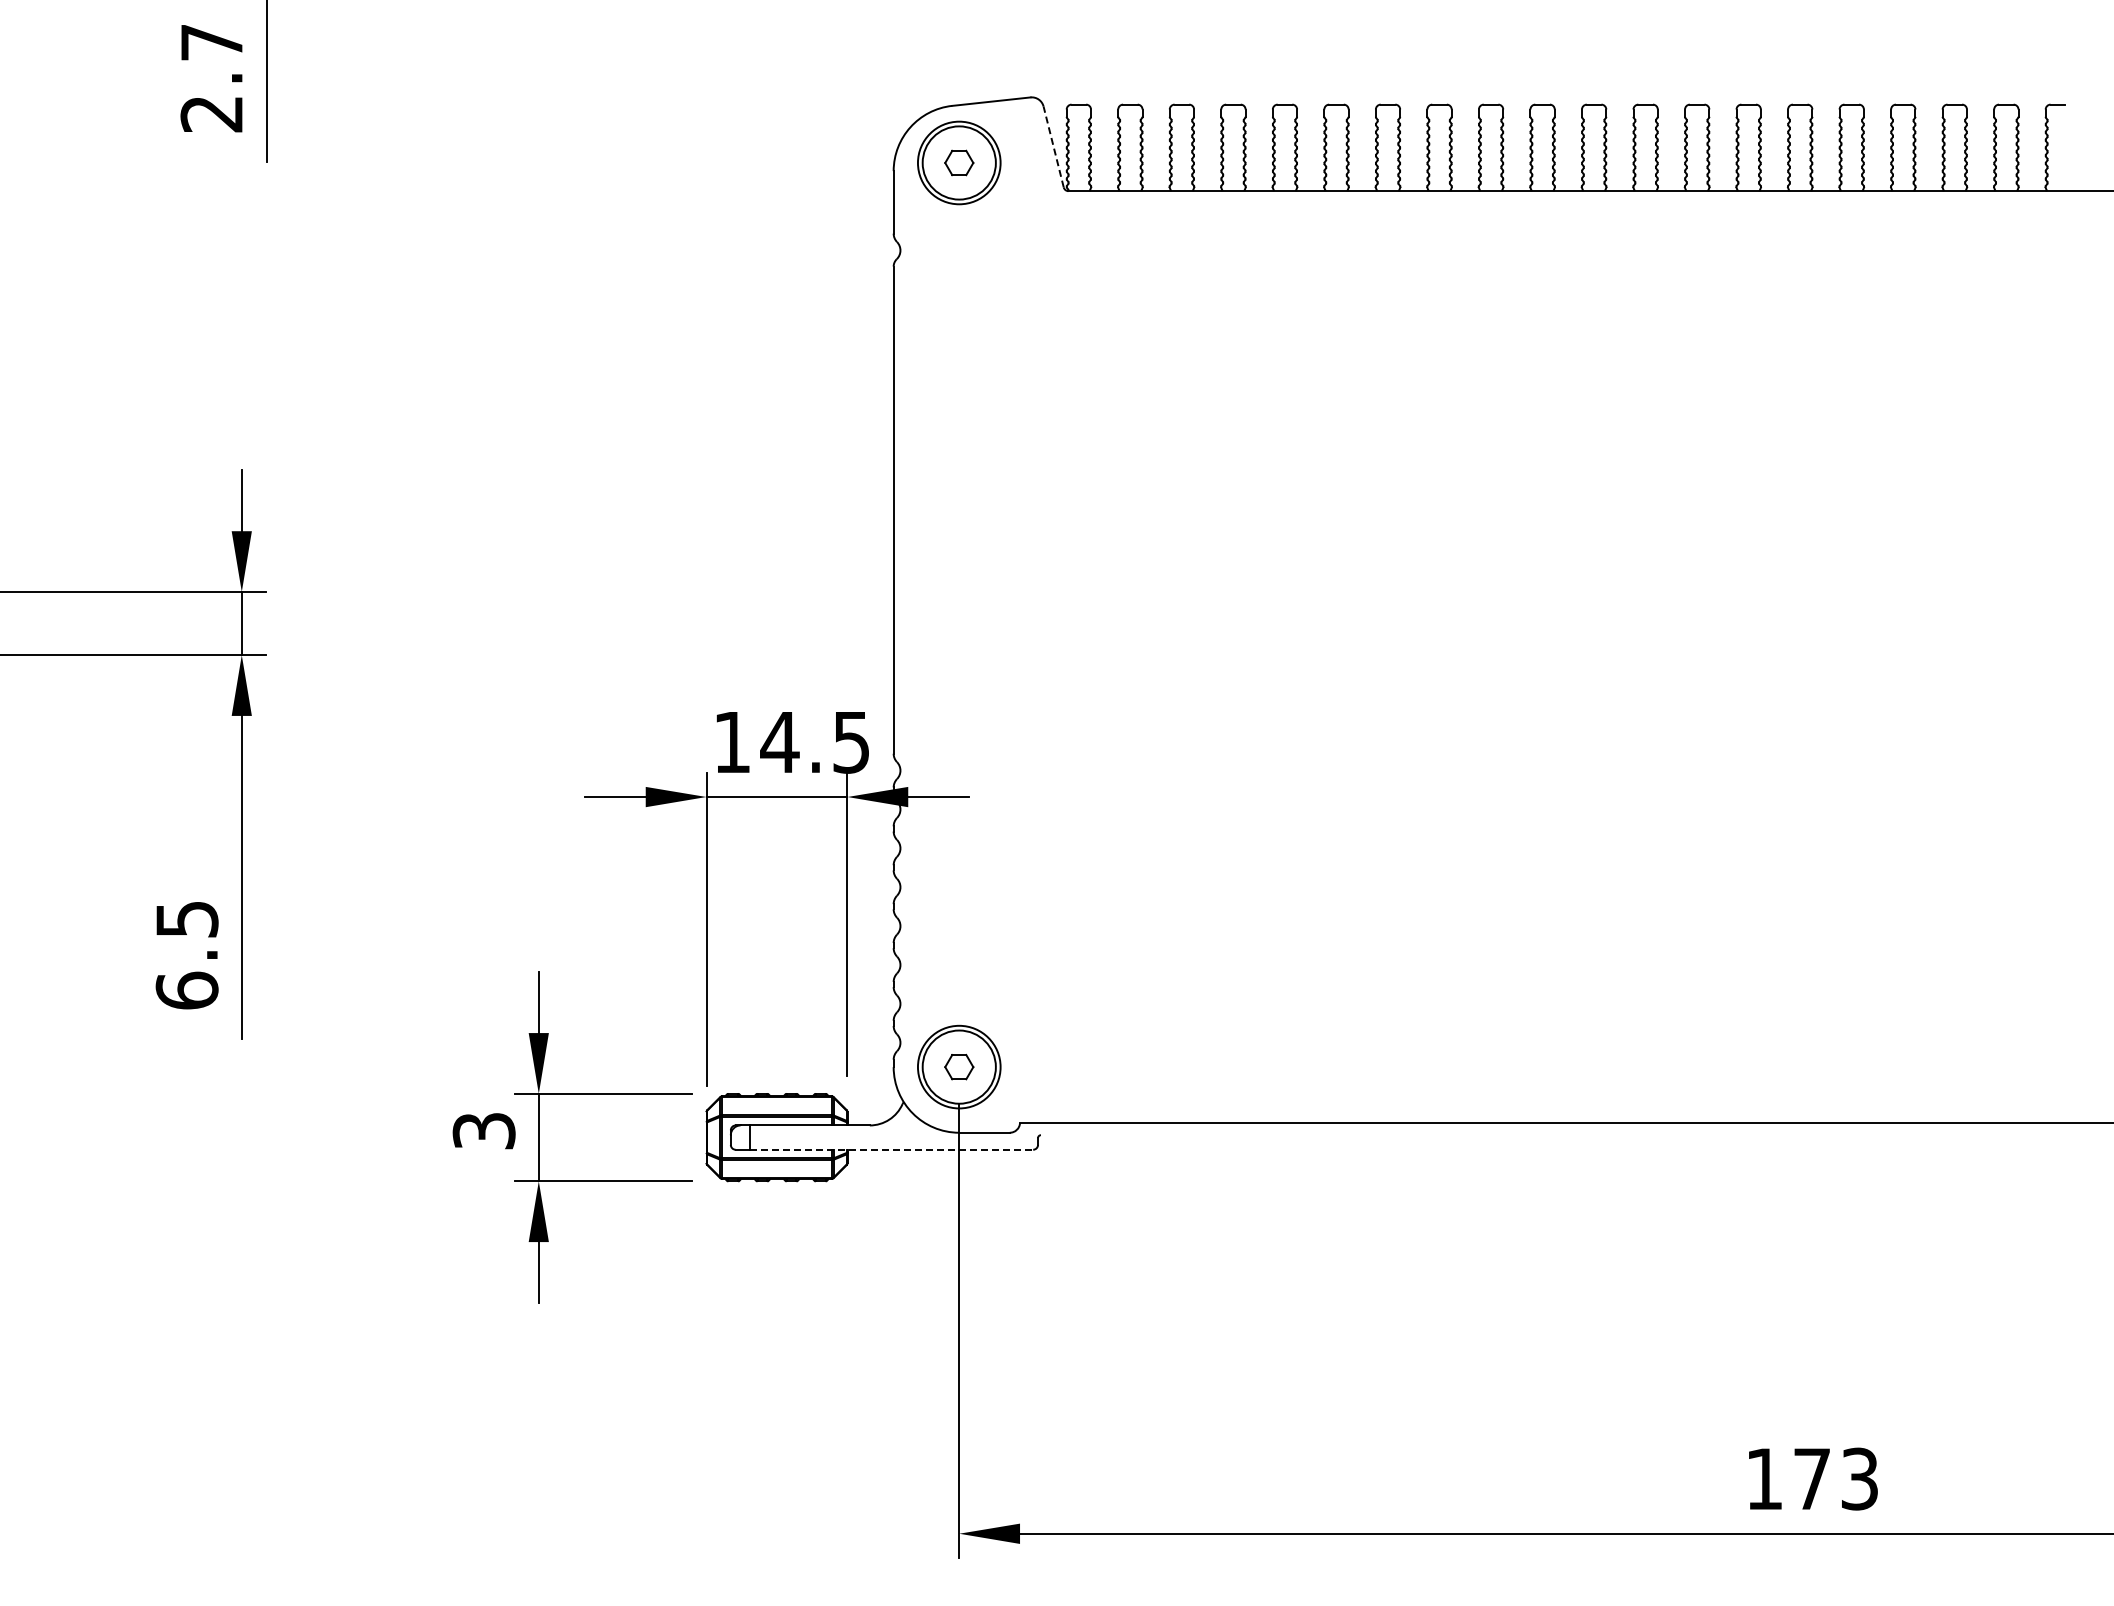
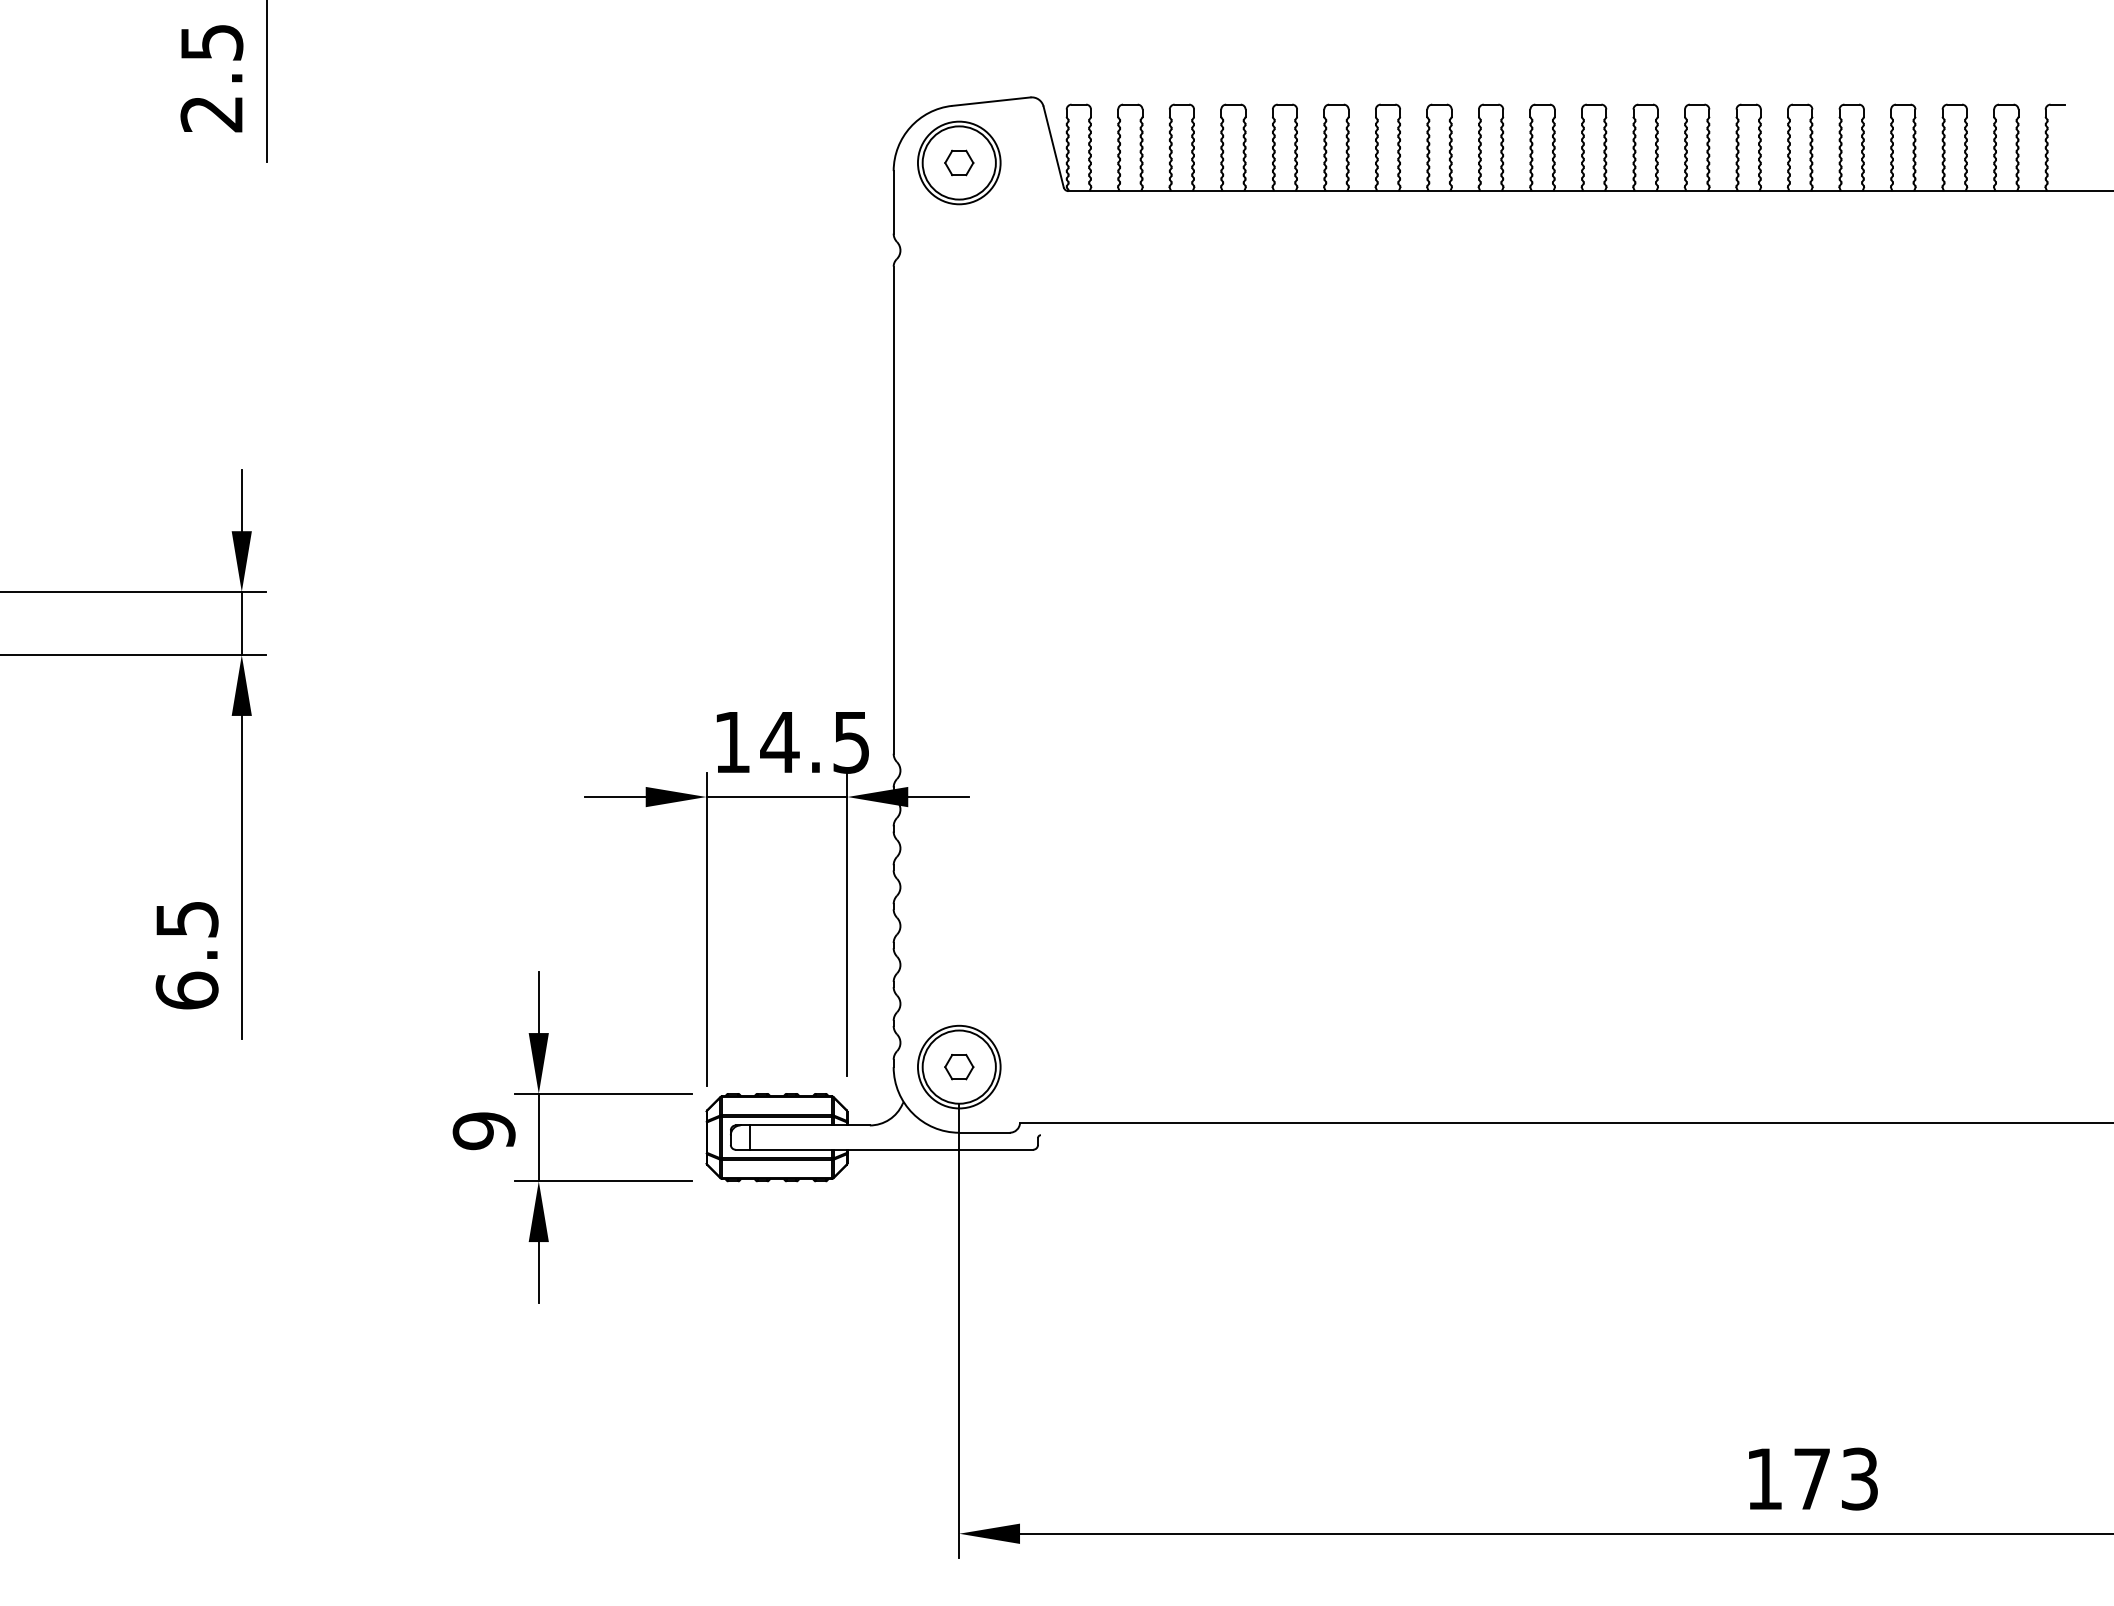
text at (212, 42): 2.7 -> 2.5
line at (1053, 147): dashed -> solid
text at (483, 1131): 3 -> 9
line at (892, 1149): dashed -> solid
